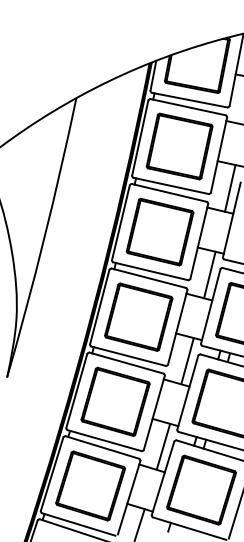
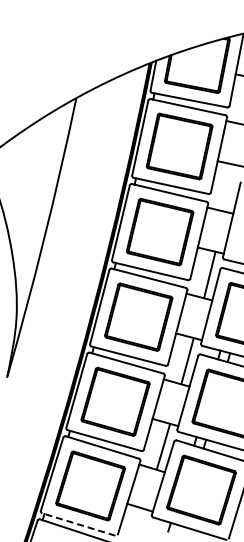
line at (230, 188): present -> none
line at (139, 523): present -> none
line at (78, 524): solid -> dashed
